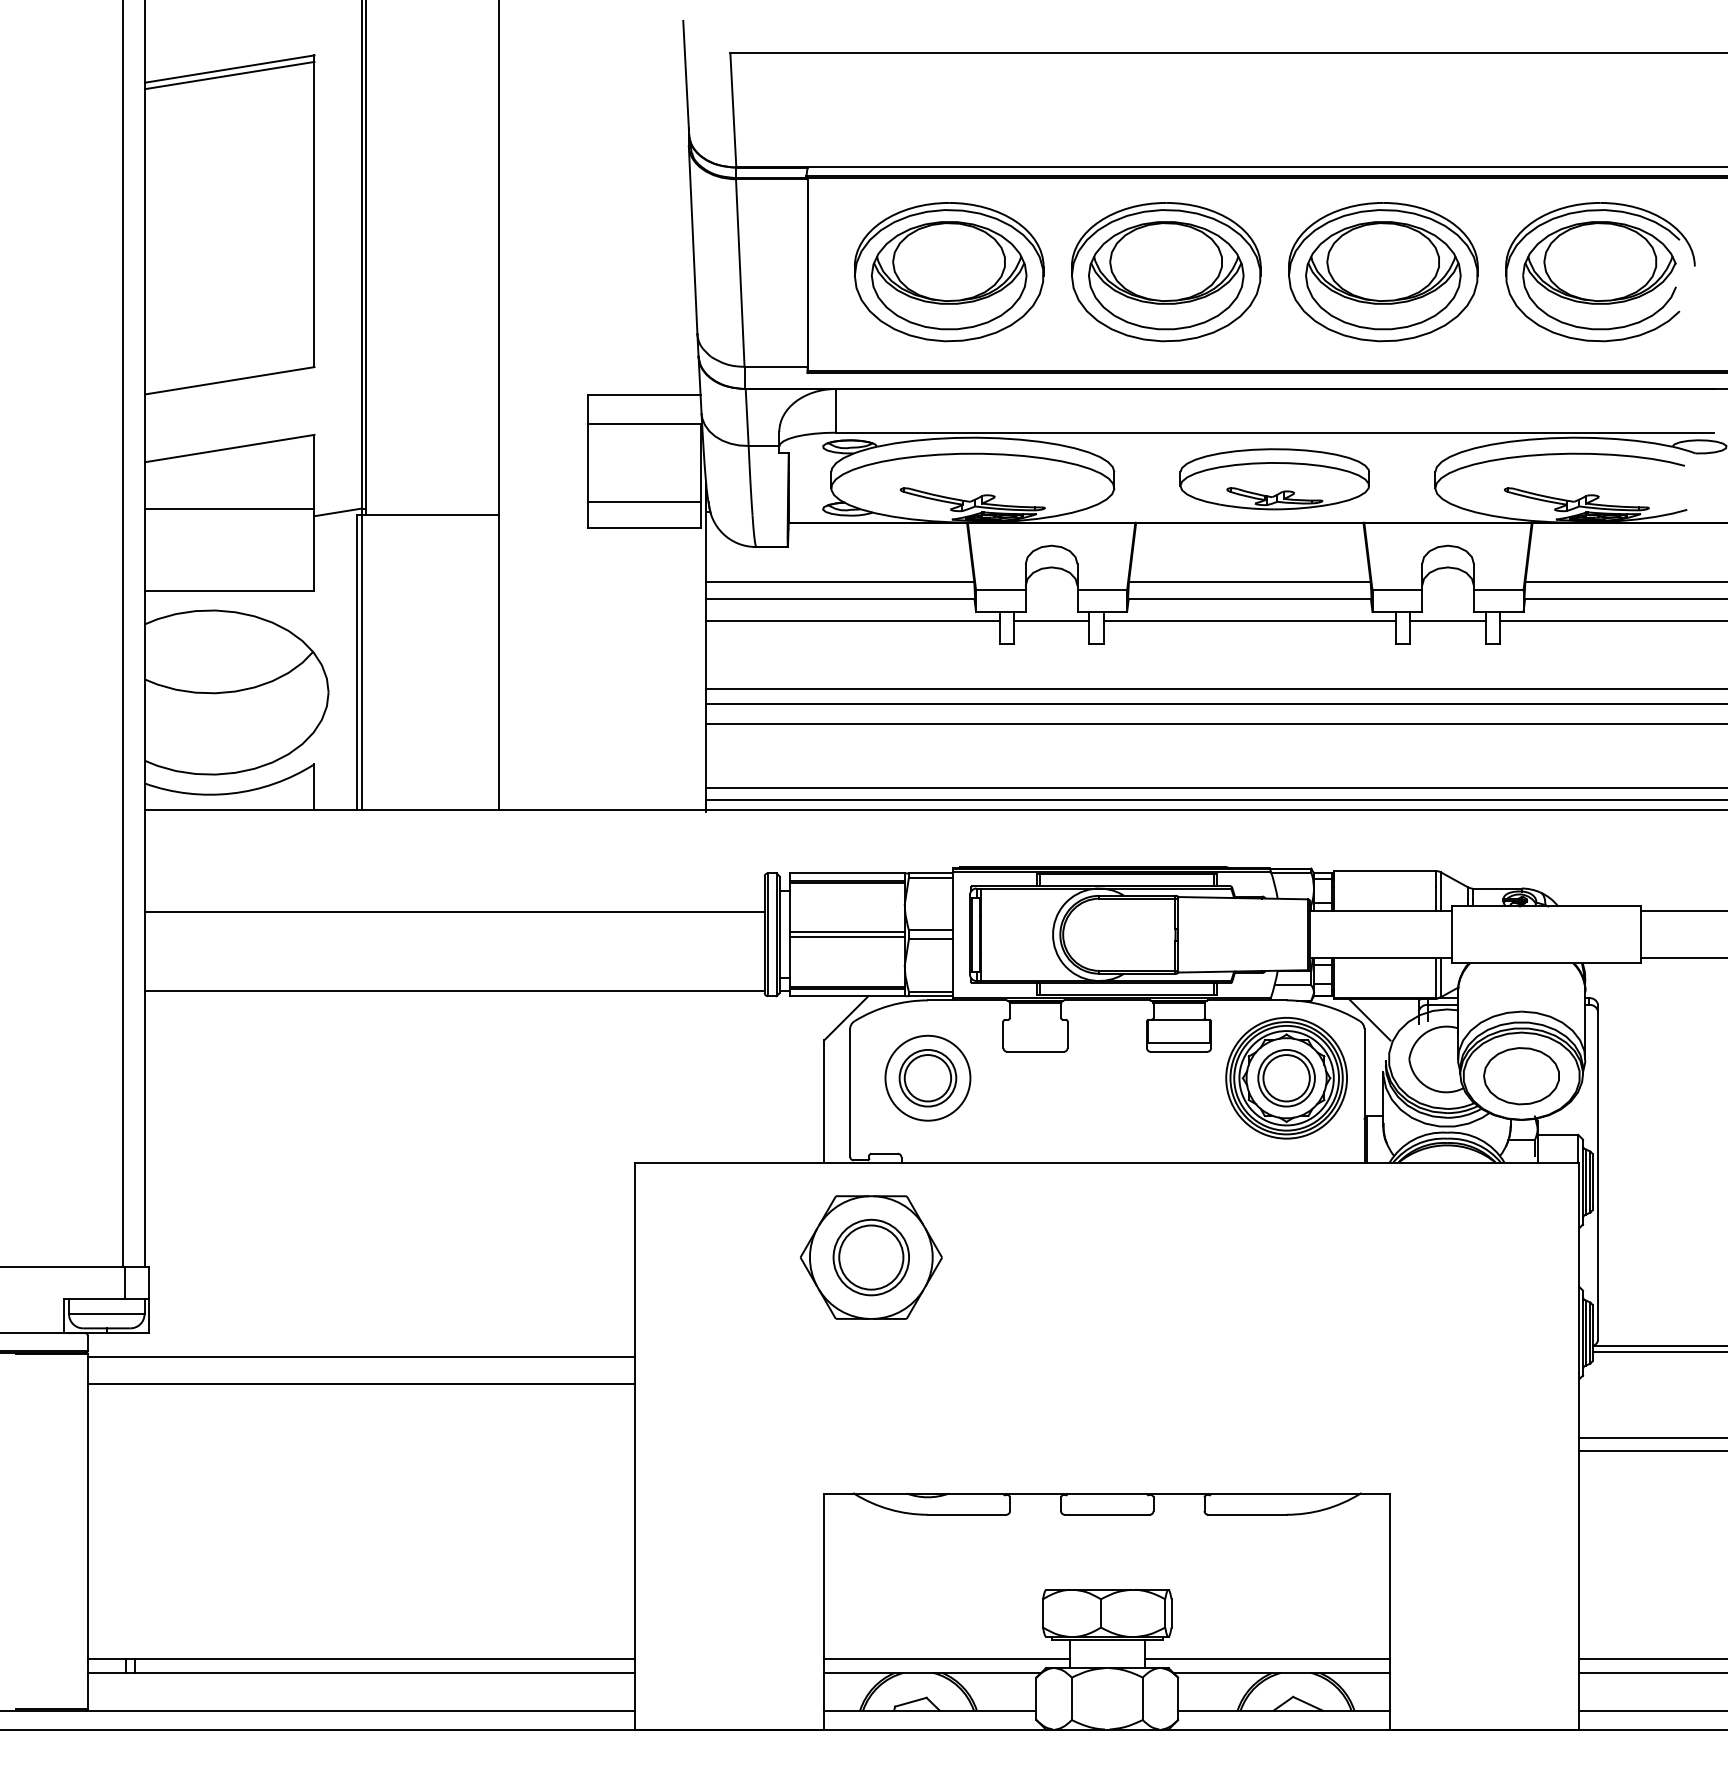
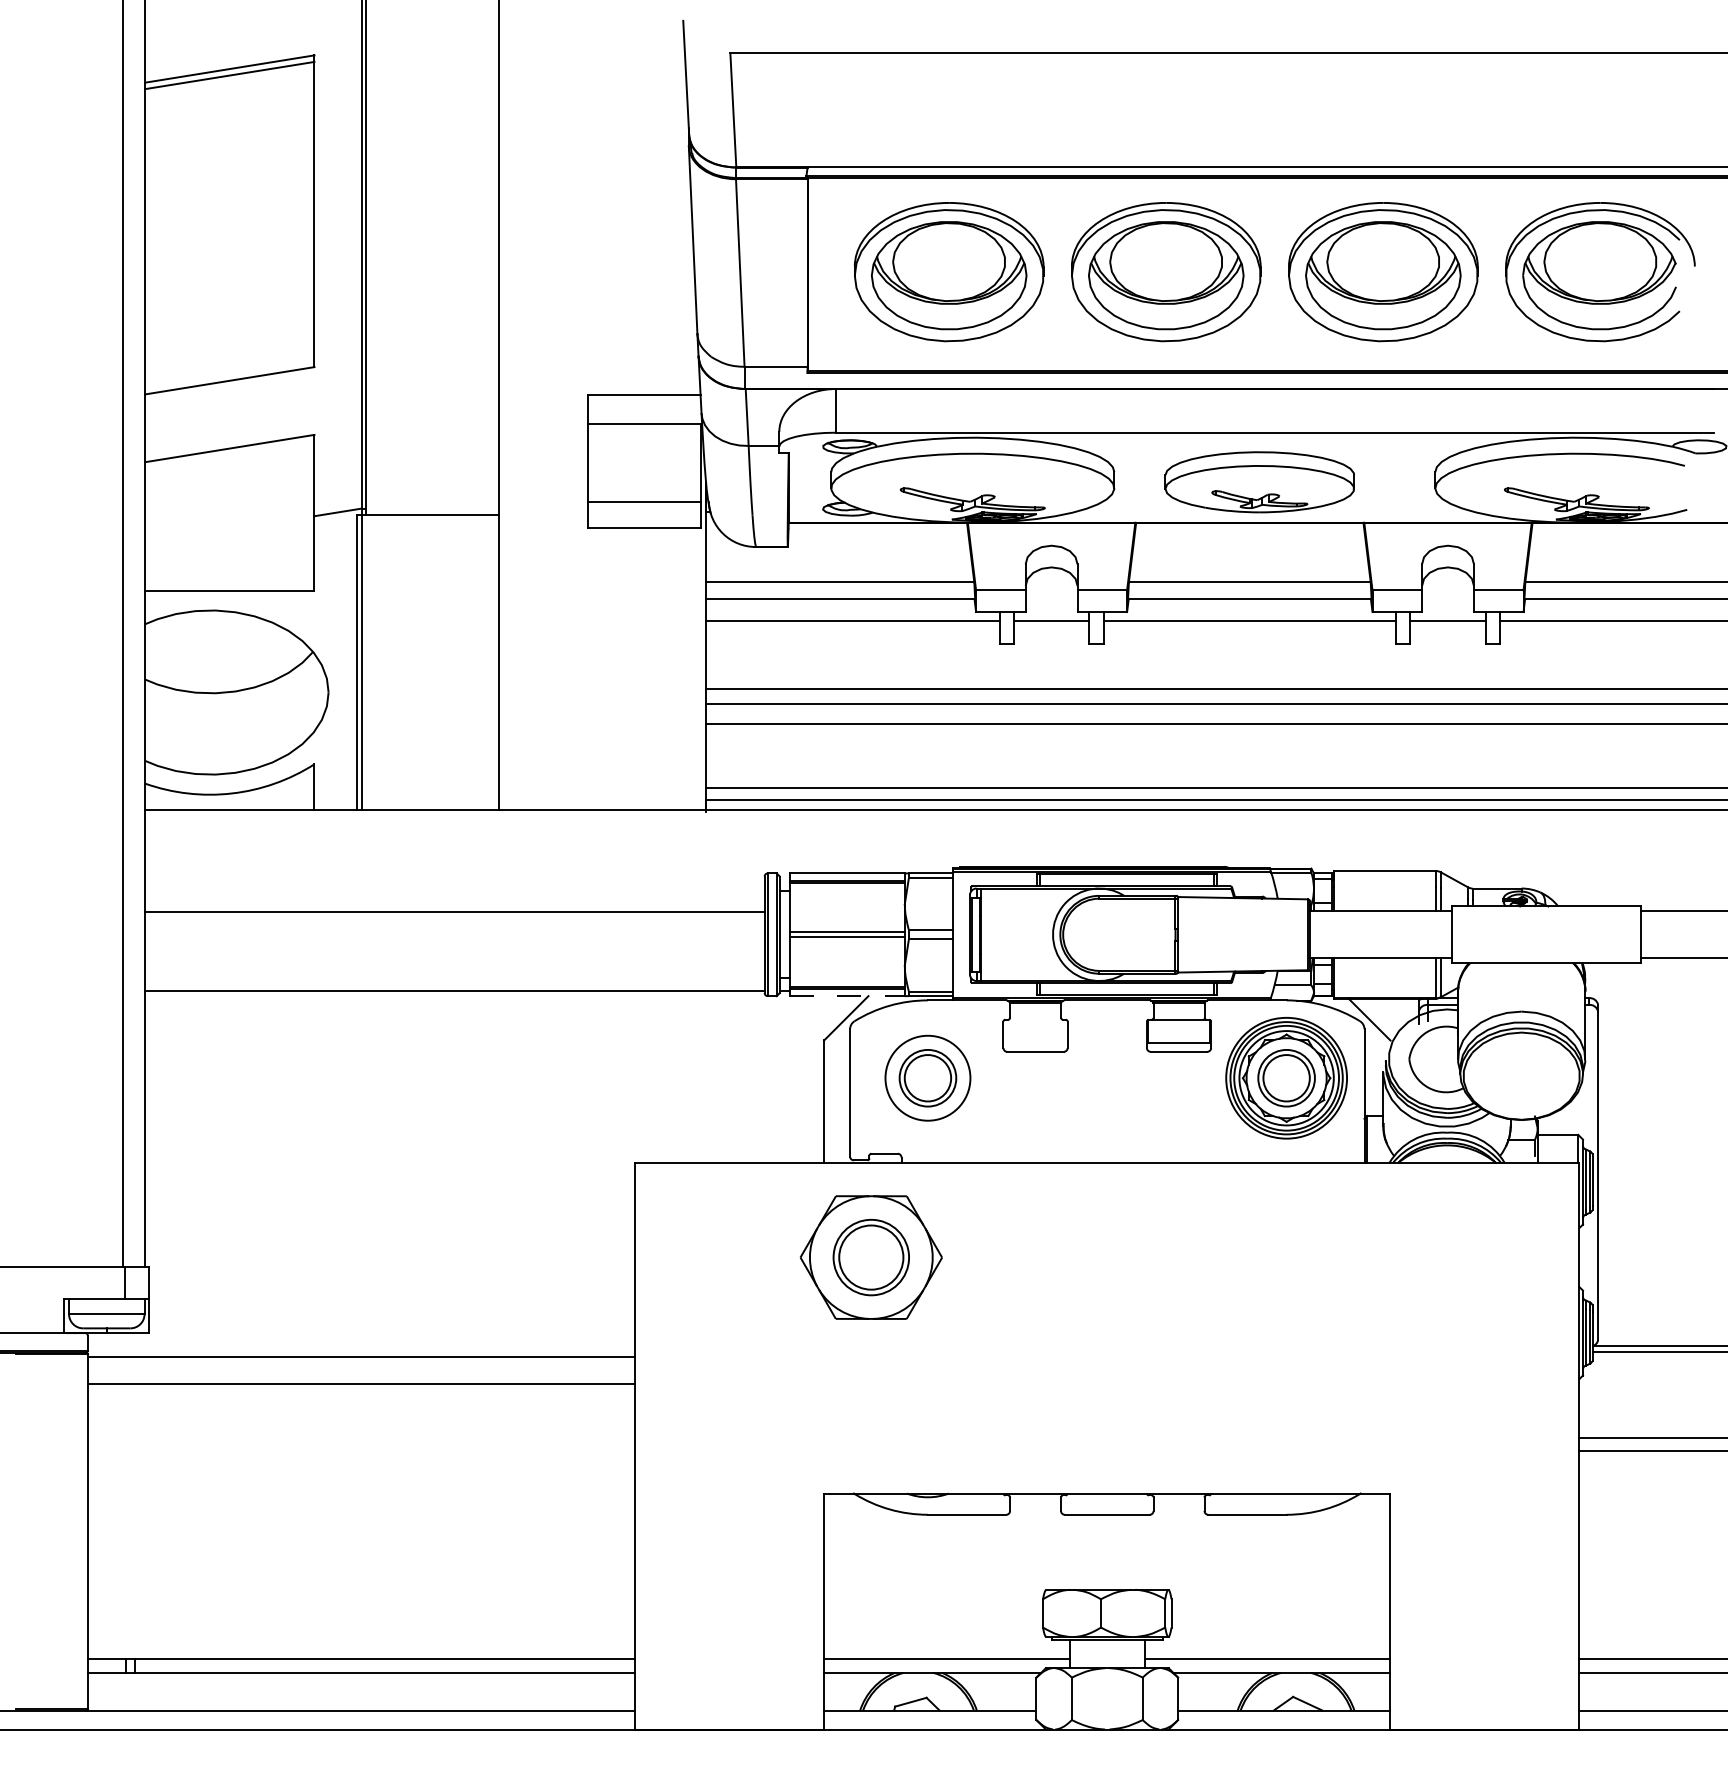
part at (1274, 479) position: (1274, 479) -> (1259, 482)
line at (229, 509): present -> none
line at (848, 996): solid -> dashed
part at (1521, 1076): present -> none
